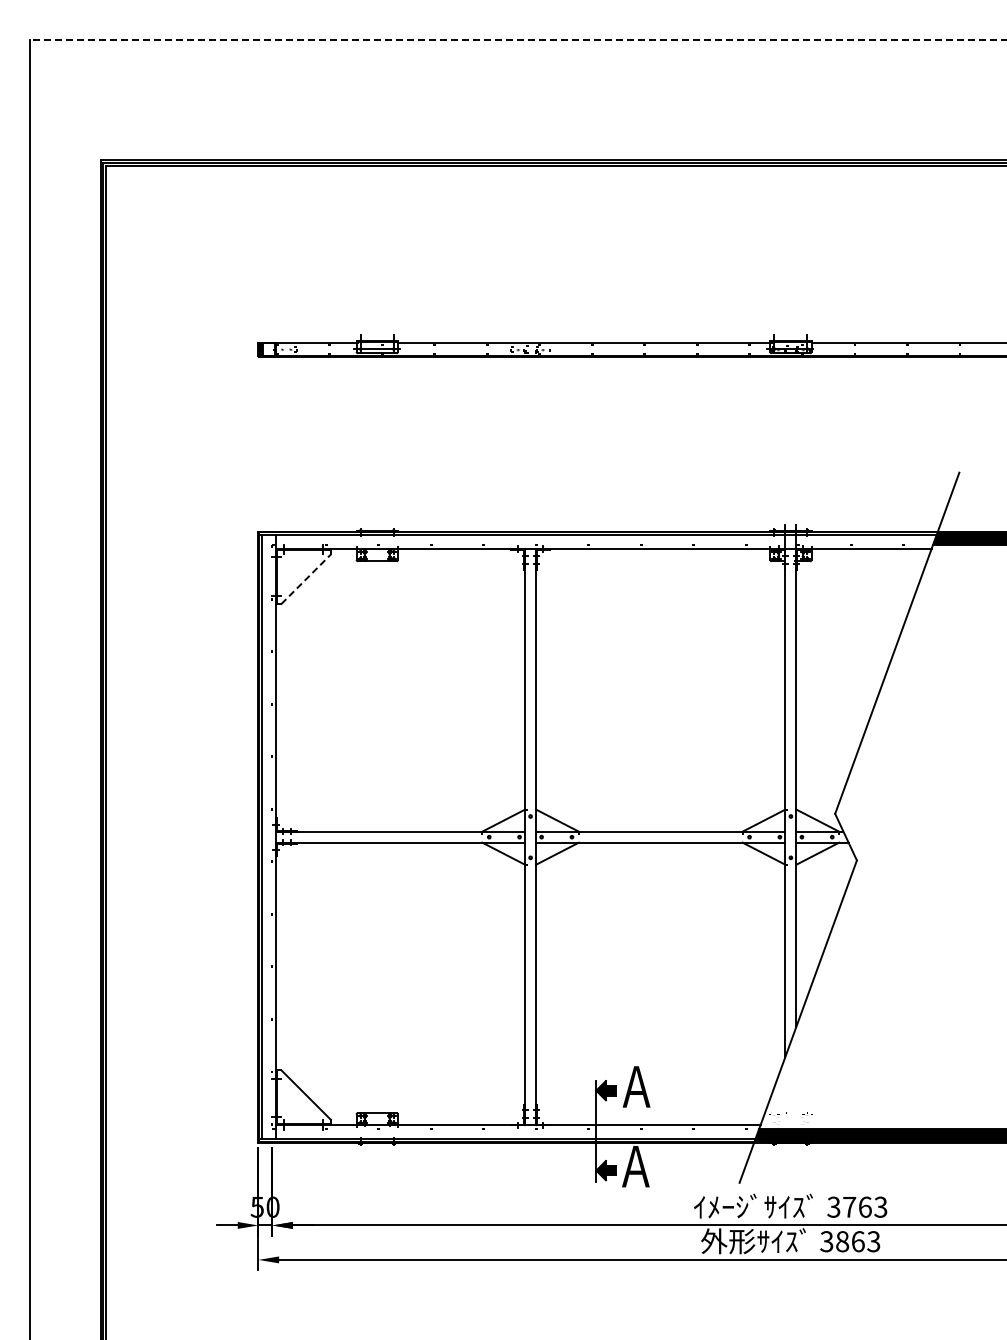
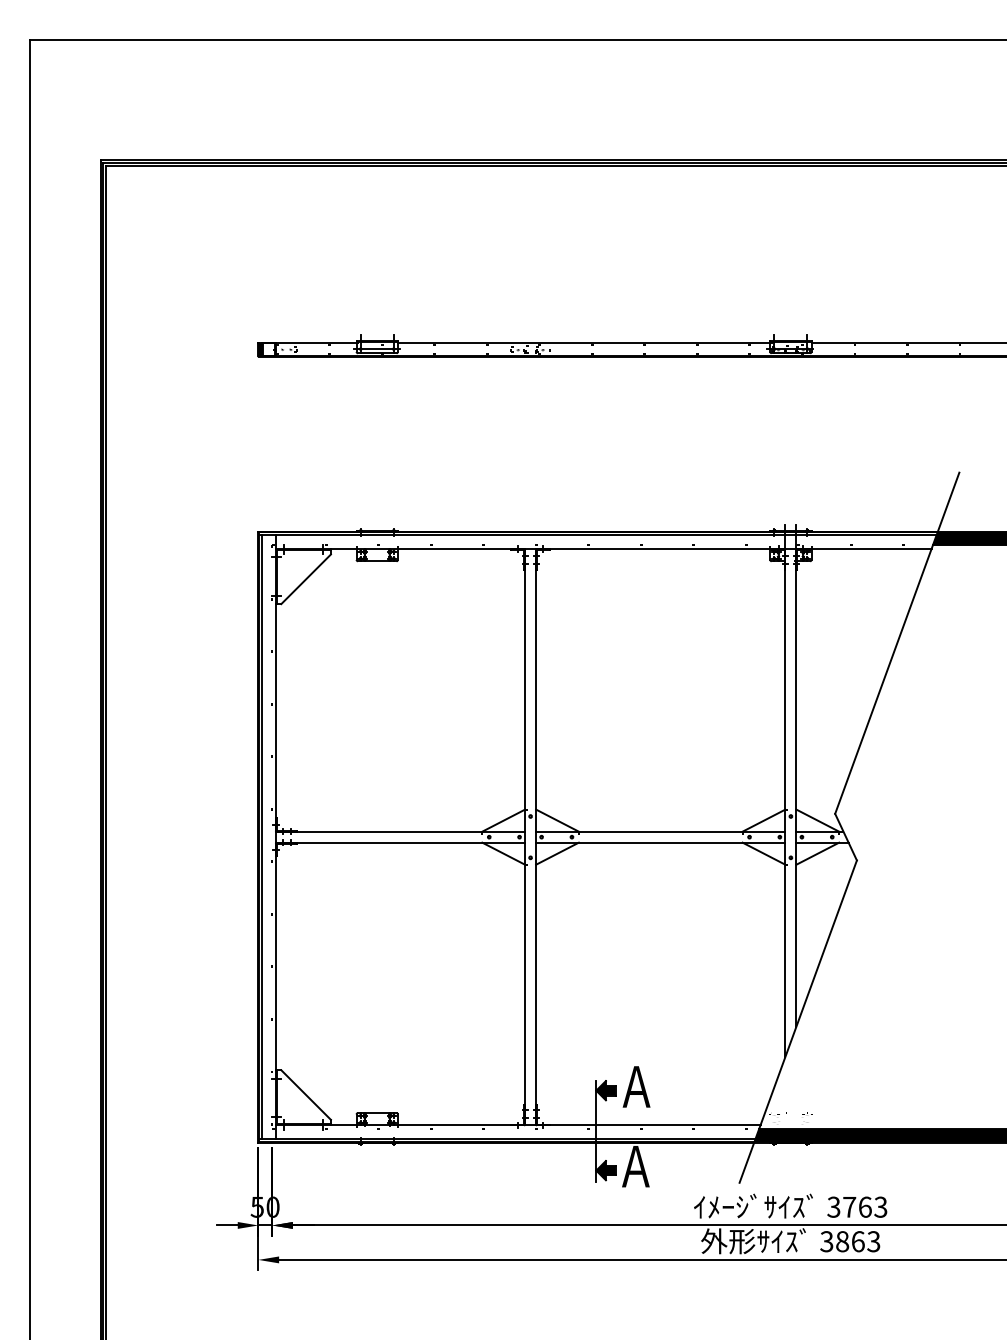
line at (518, 40): dashed -> solid
line at (306, 578): dashed -> solid
